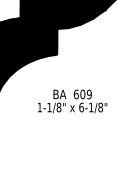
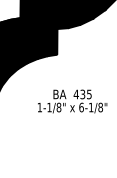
text at (82, 94): 609 -> 435
